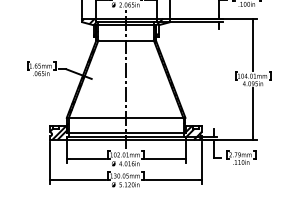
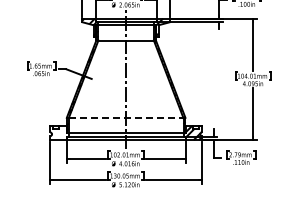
line at (126, 118): solid -> dashed
hatch at (58, 133): present -> none
